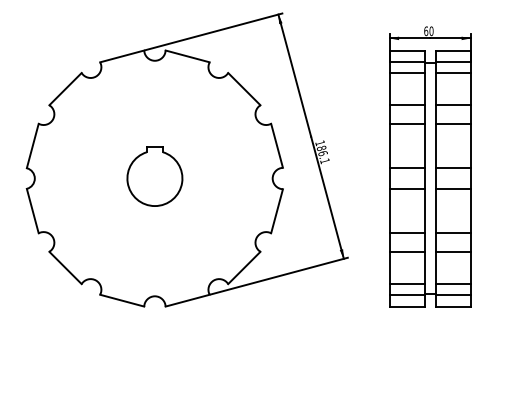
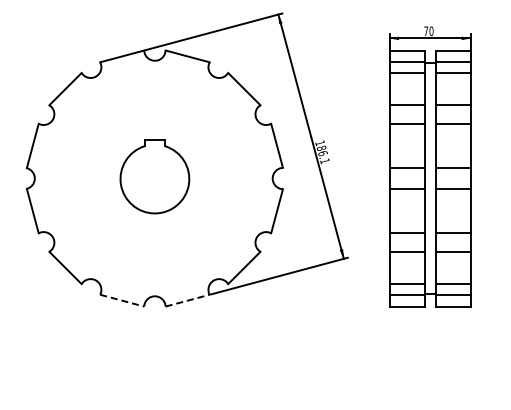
text at (426, 31): 60 -> 70
part at (154, 176) size: 58x61 px -> 72x76 px
line at (122, 300): solid -> dashed
line at (187, 300): solid -> dashed
